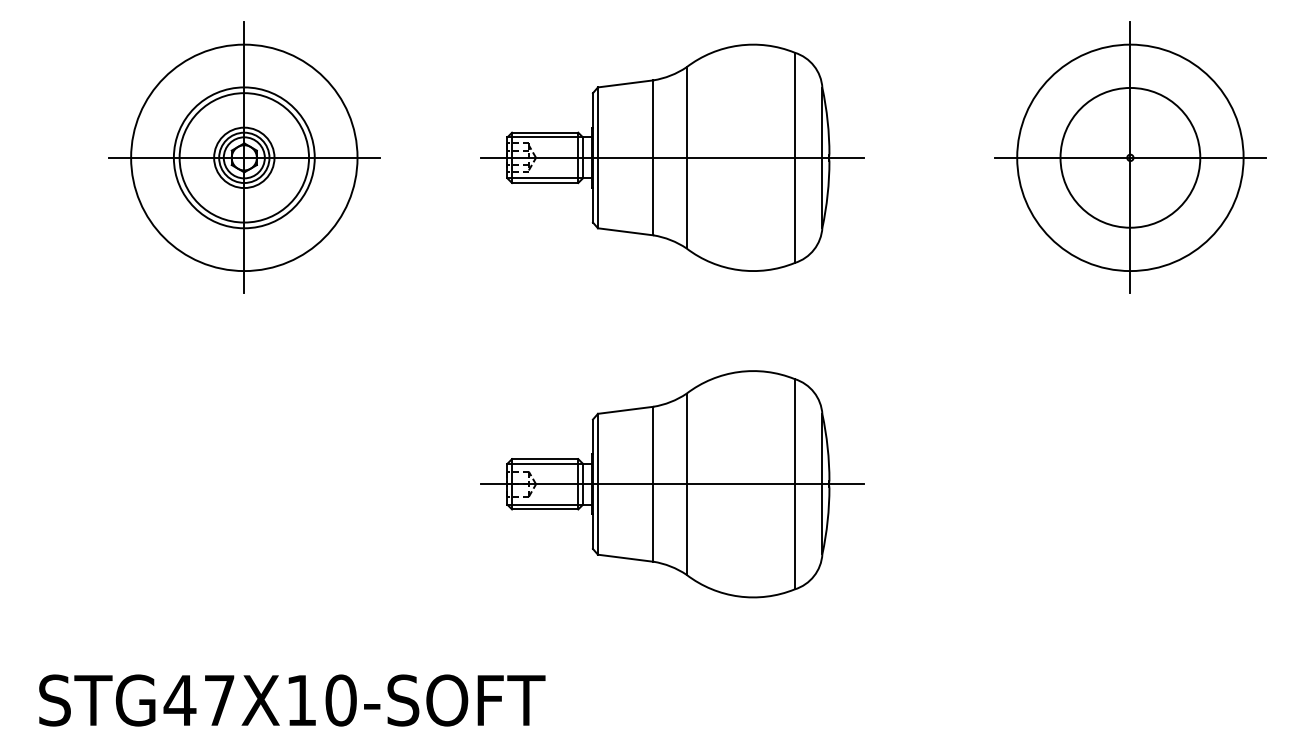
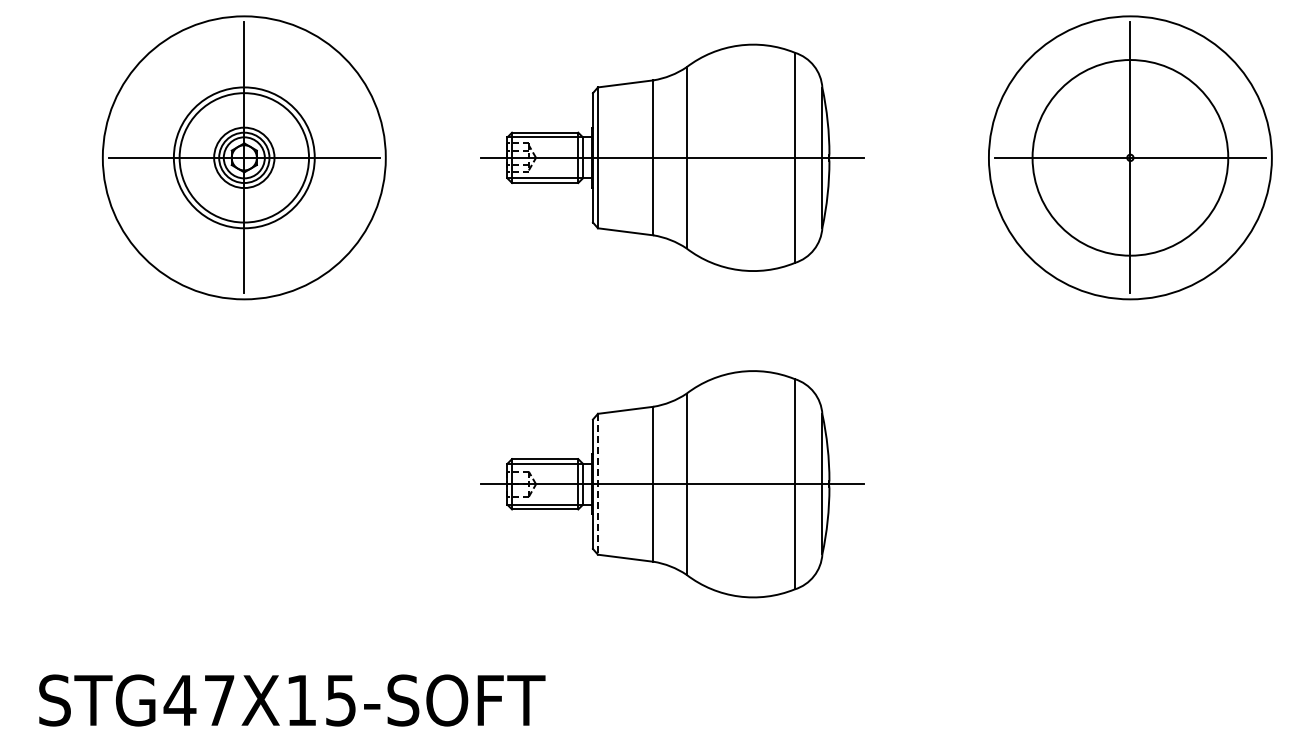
circle at (244, 157) diameter: 226 px -> 283 px
circle at (1130, 157) diameter: 140 px -> 196 px
circle at (1130, 157) diameter: 226 px -> 283 px
line at (597, 484): solid -> dashed
text at (340, 700): STG47X10-SOFT -> STG47X15-SOFT
